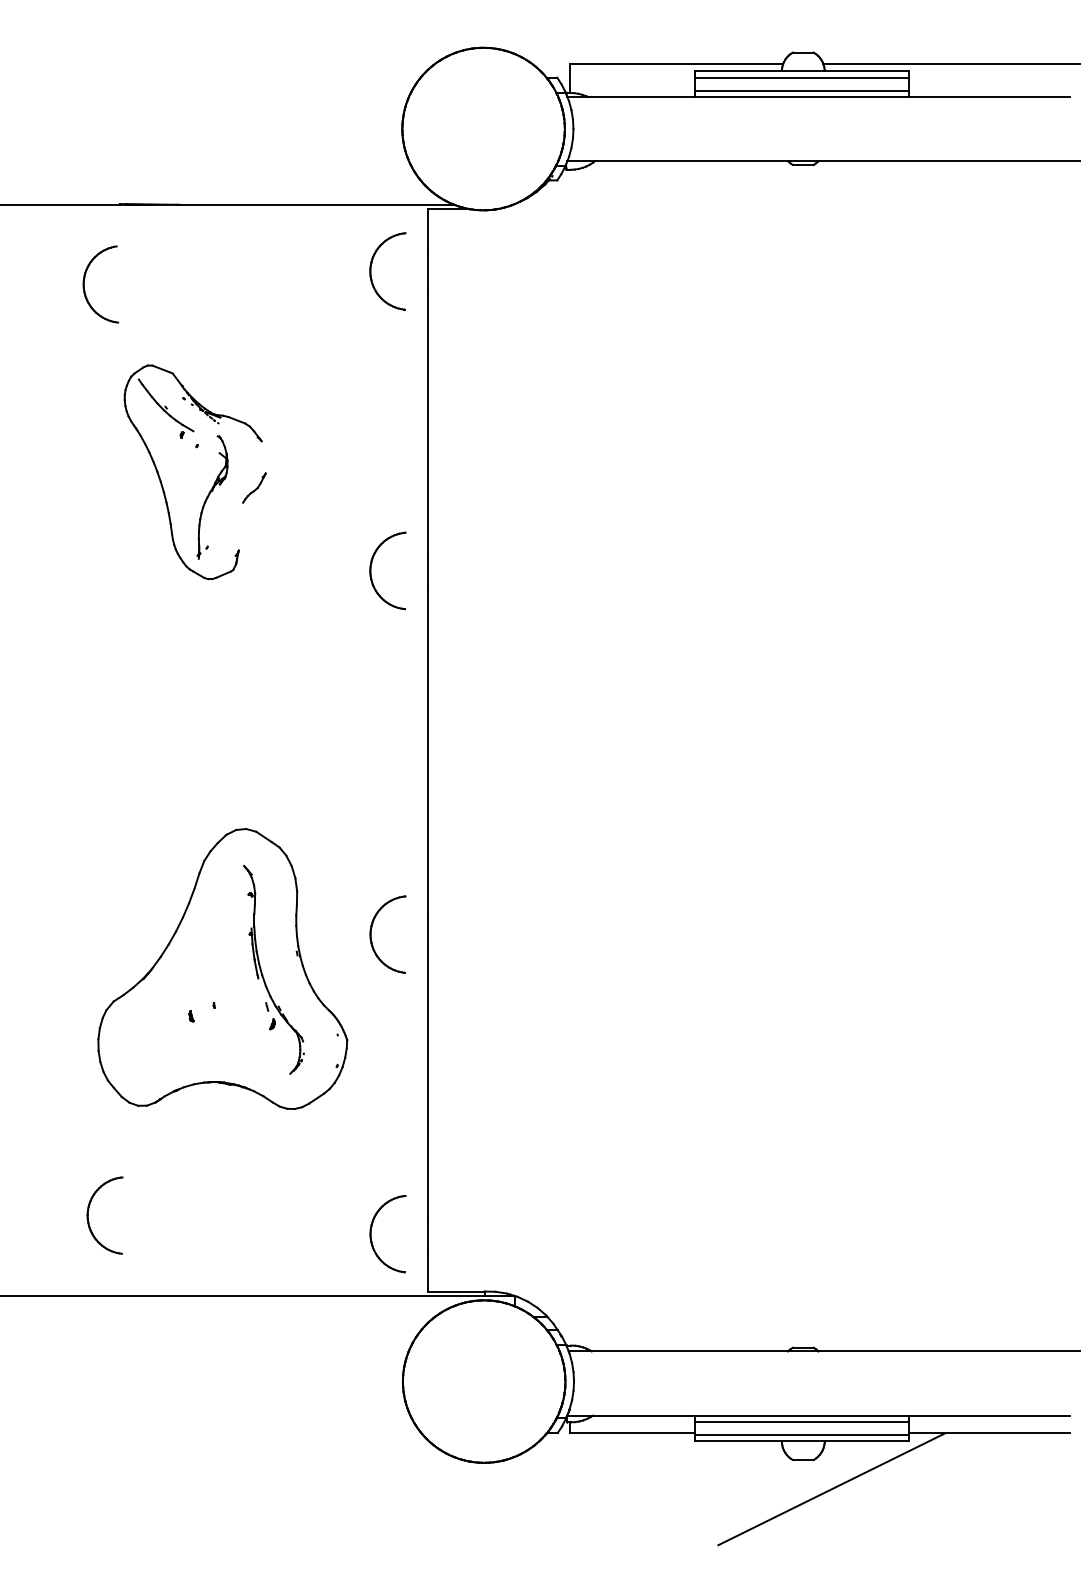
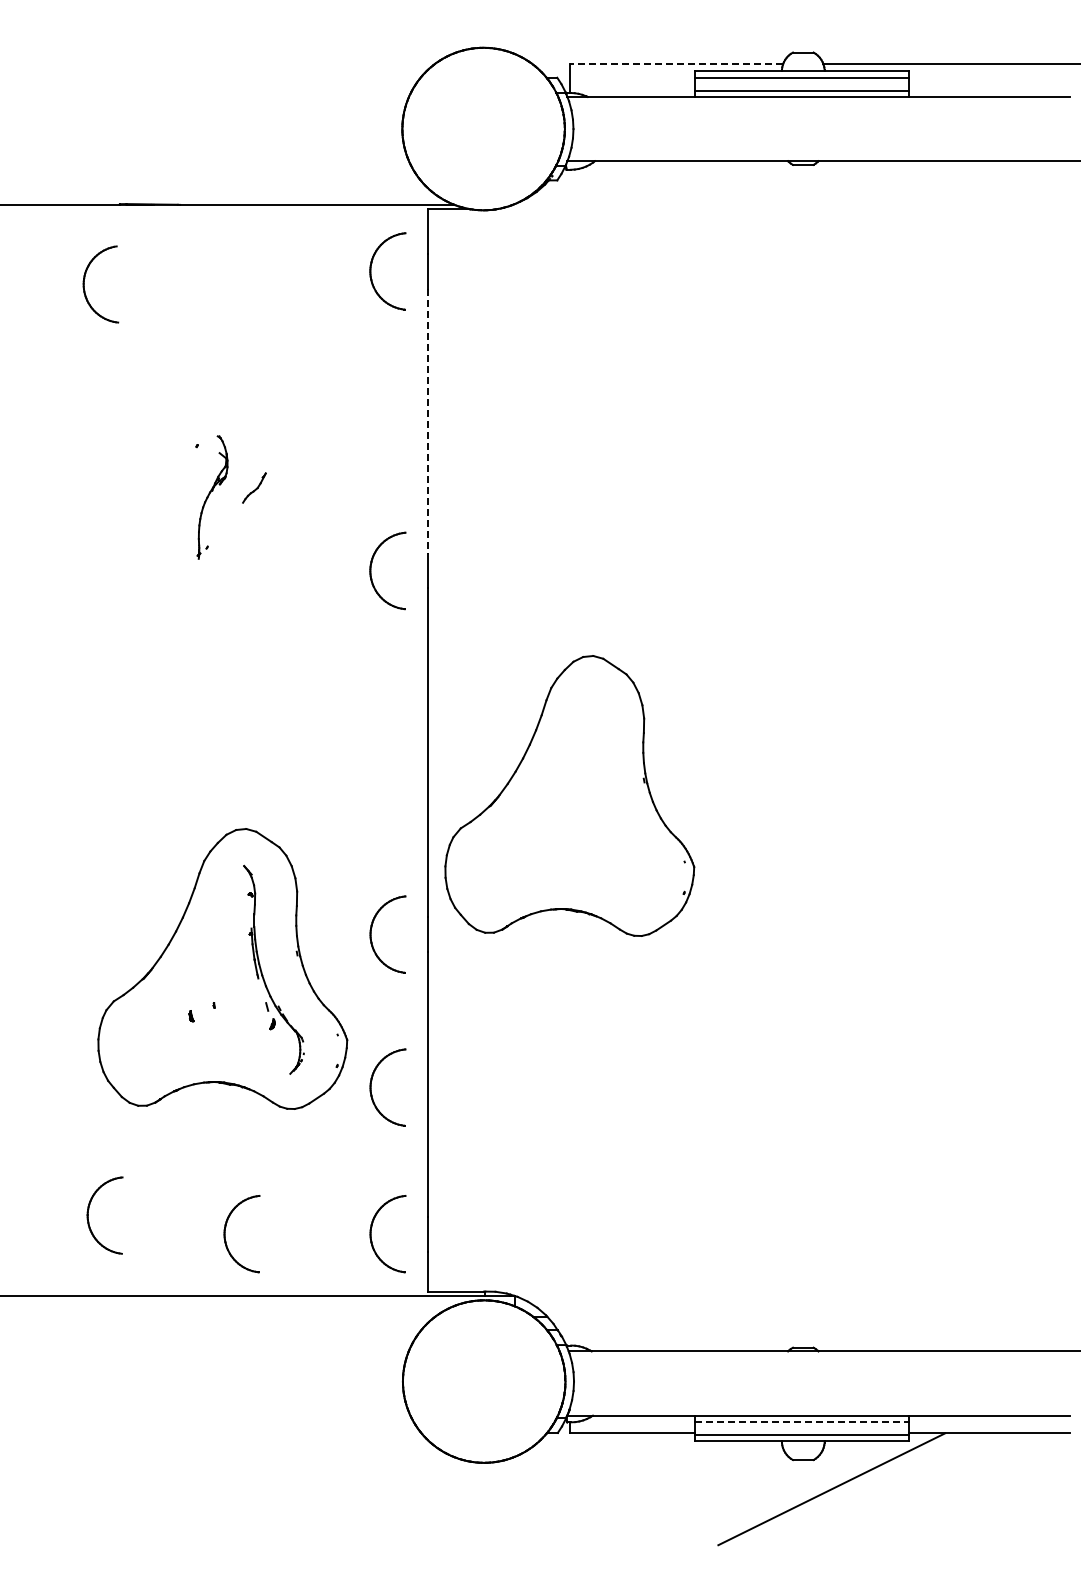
line at (676, 64): solid -> dashed
line at (427, 421): solid -> dashed
part at (162, 483): present -> none
part at (569, 795): none -> present
part at (371, 1087): none -> present
part at (225, 1234): none -> present
line at (802, 1422): solid -> dashed
